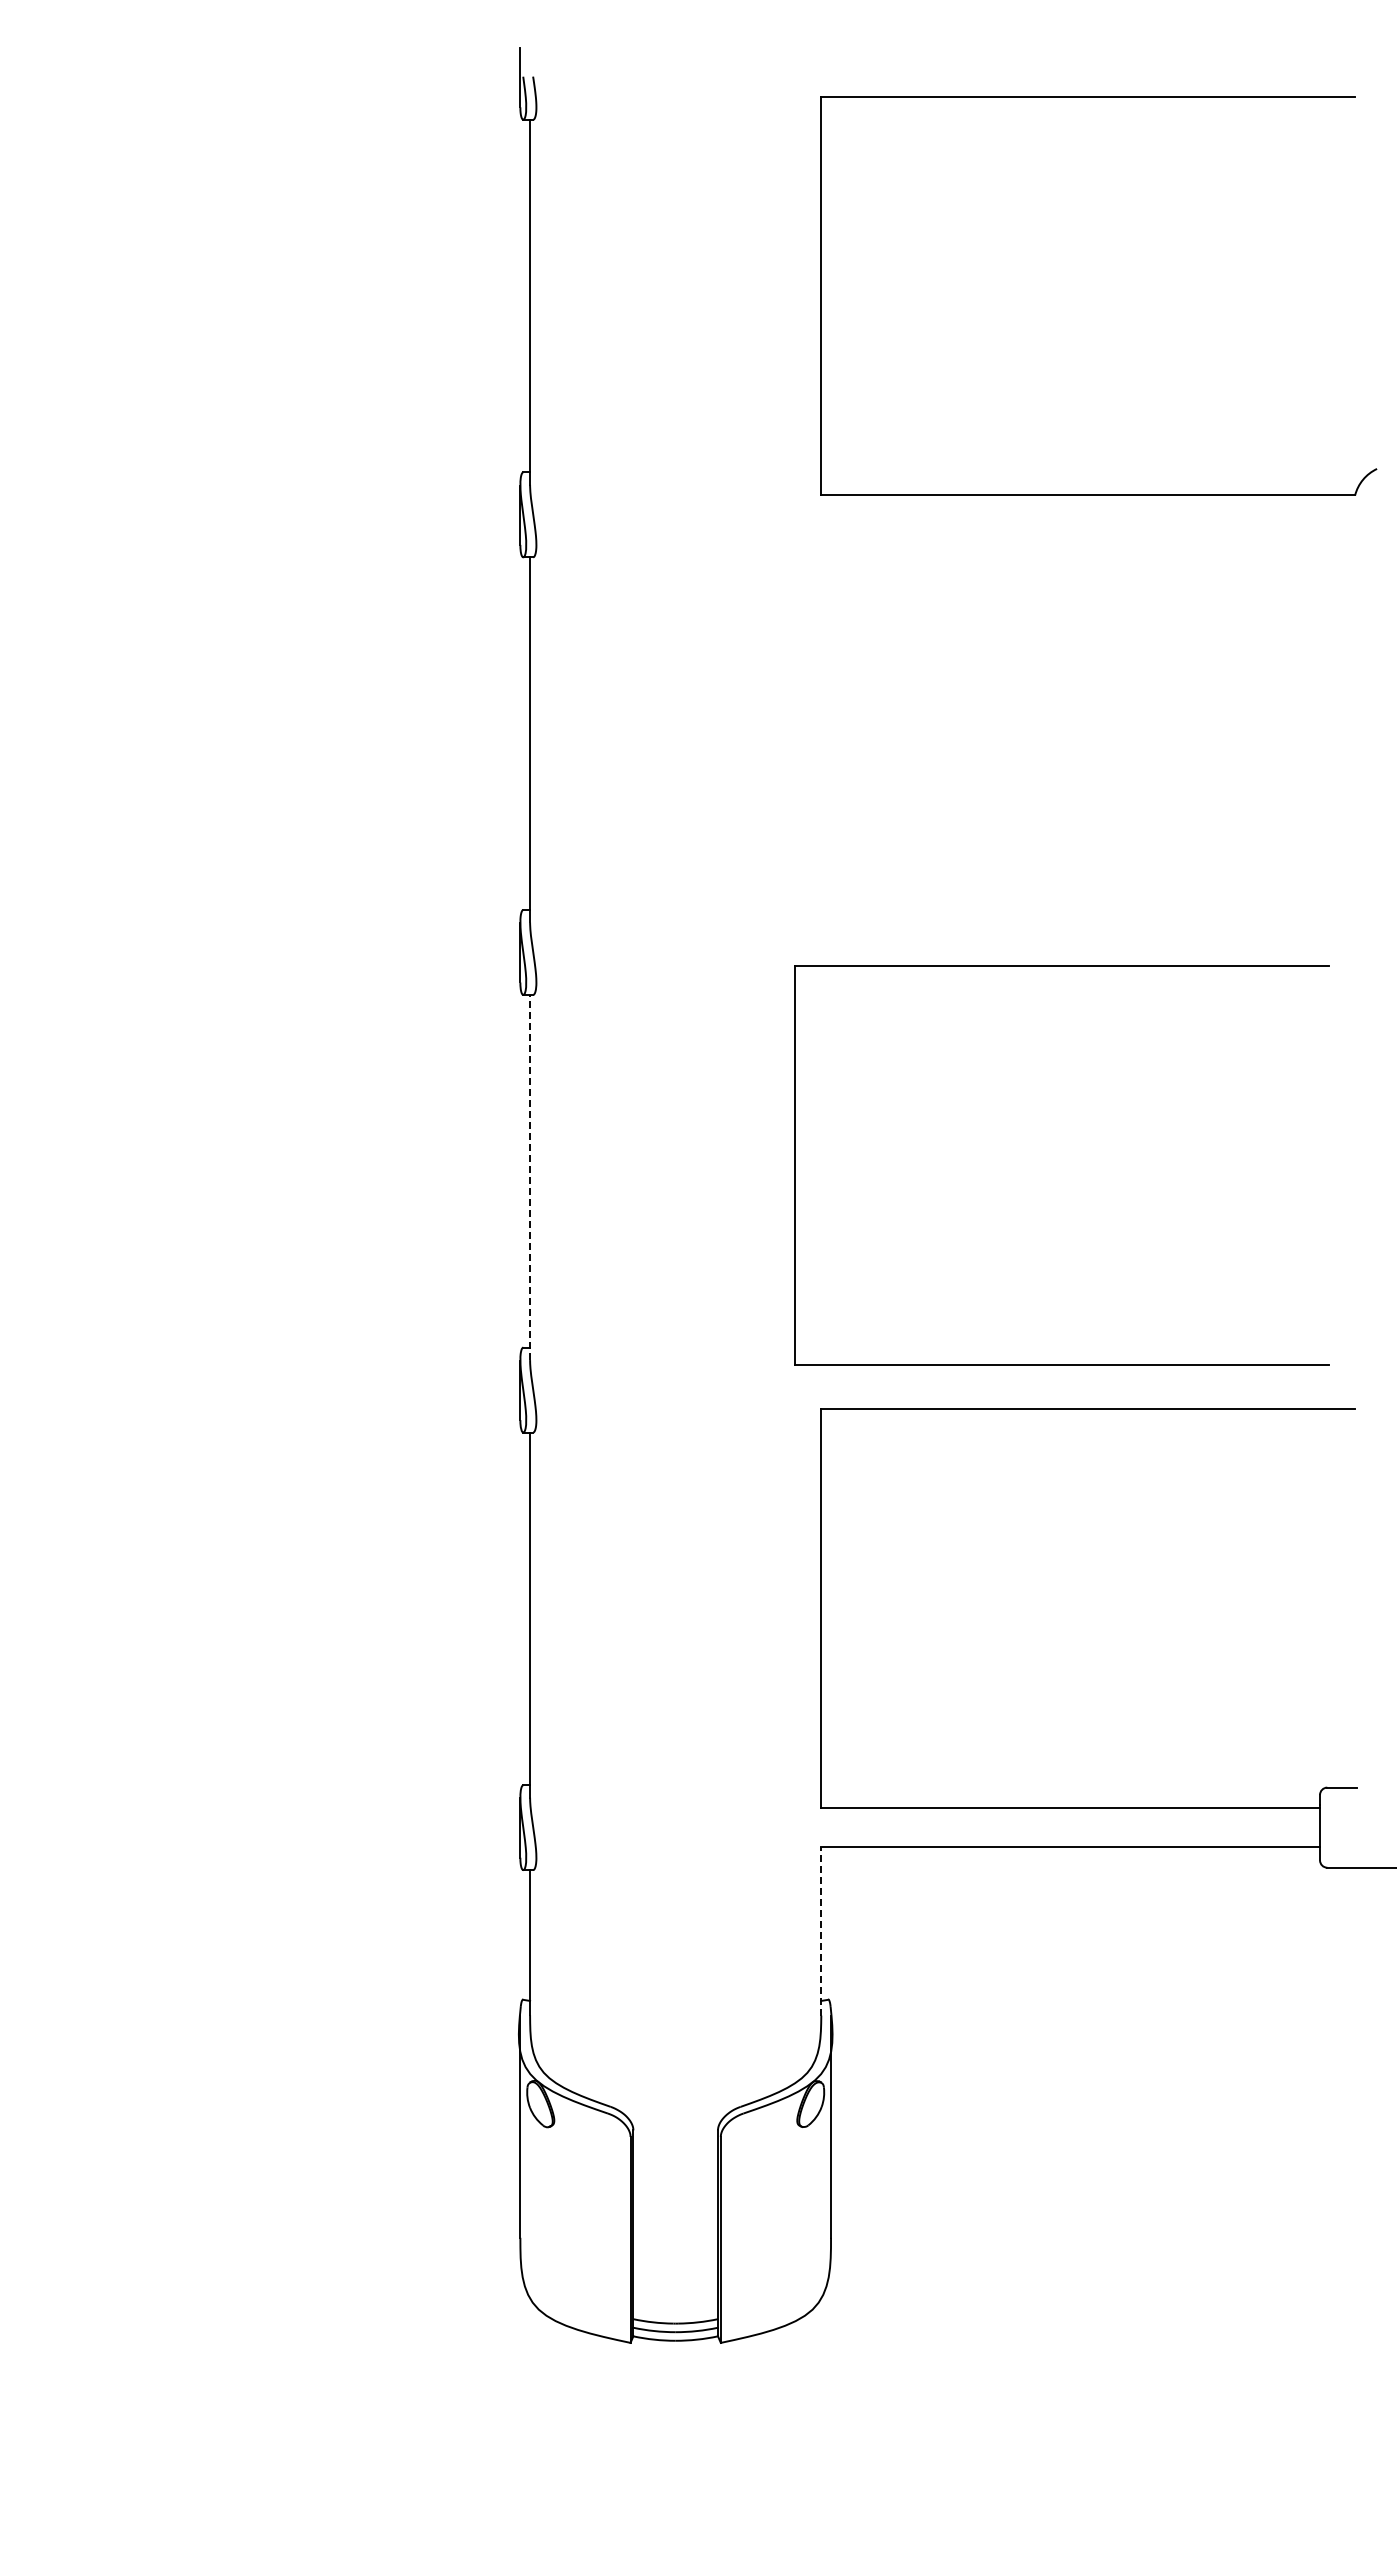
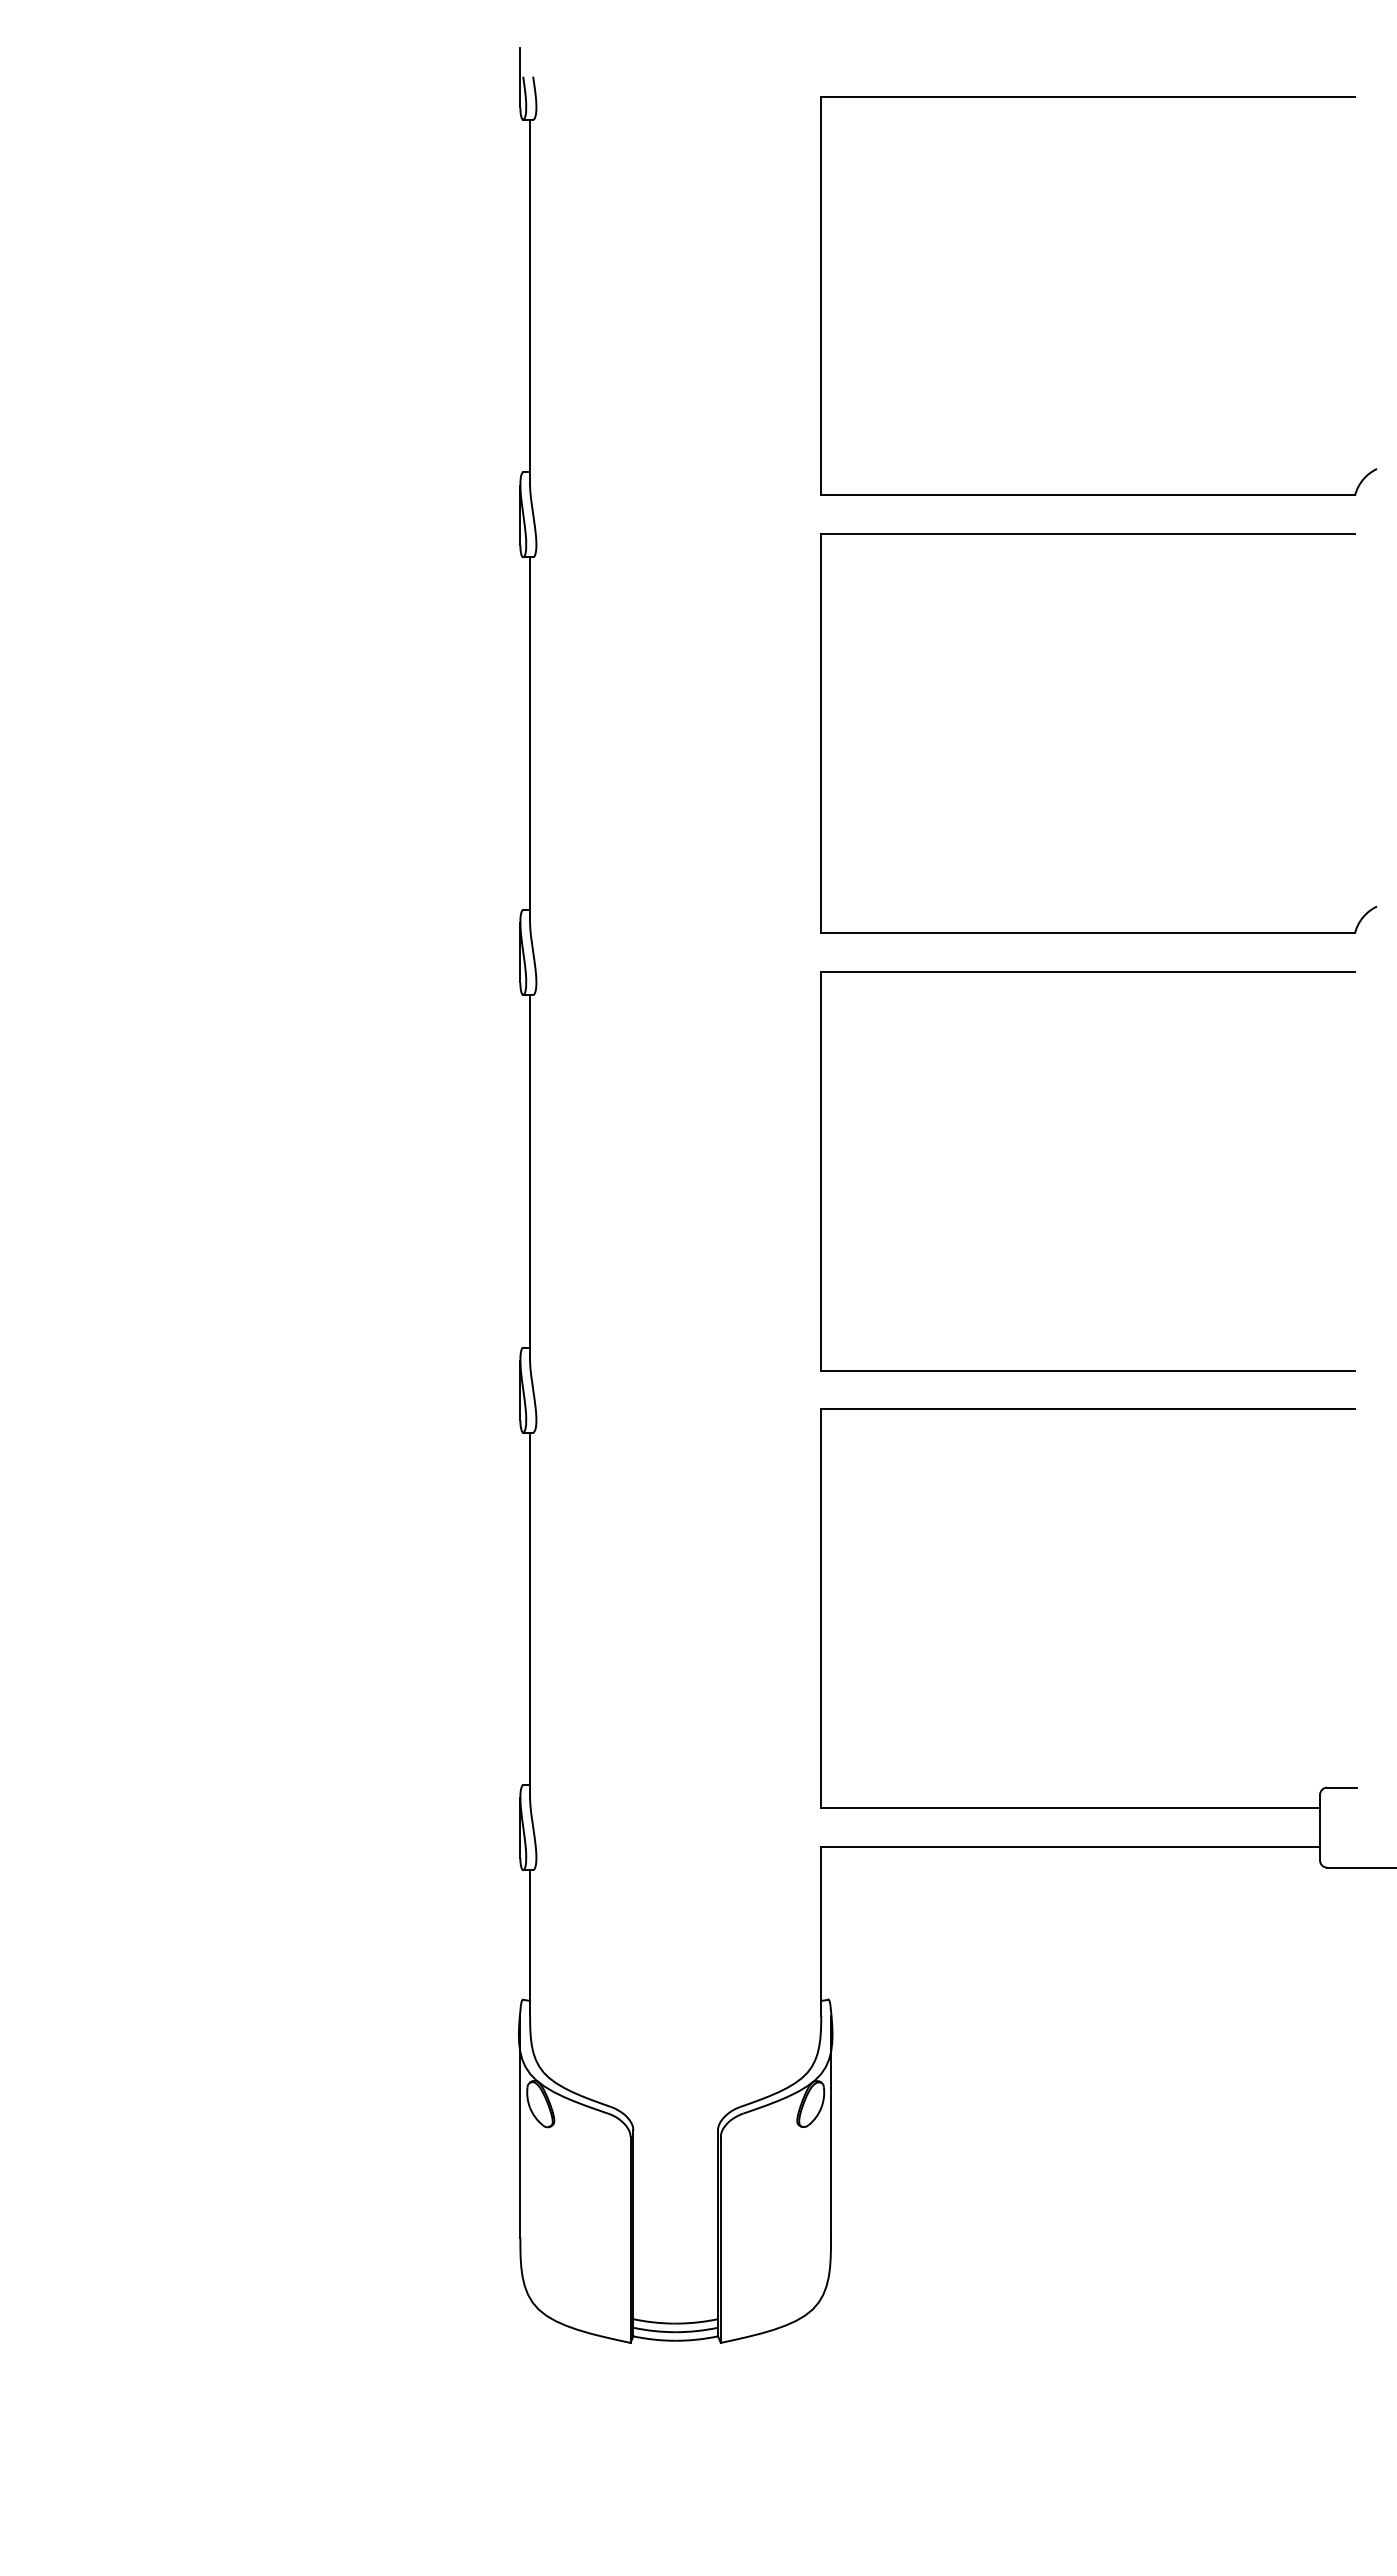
part at (1098, 534): none -> present
part at (1061, 966) position: (1061, 966) -> (1087, 972)
line at (530, 1177): dashed -> solid
line at (821, 1930): dashed -> solid
